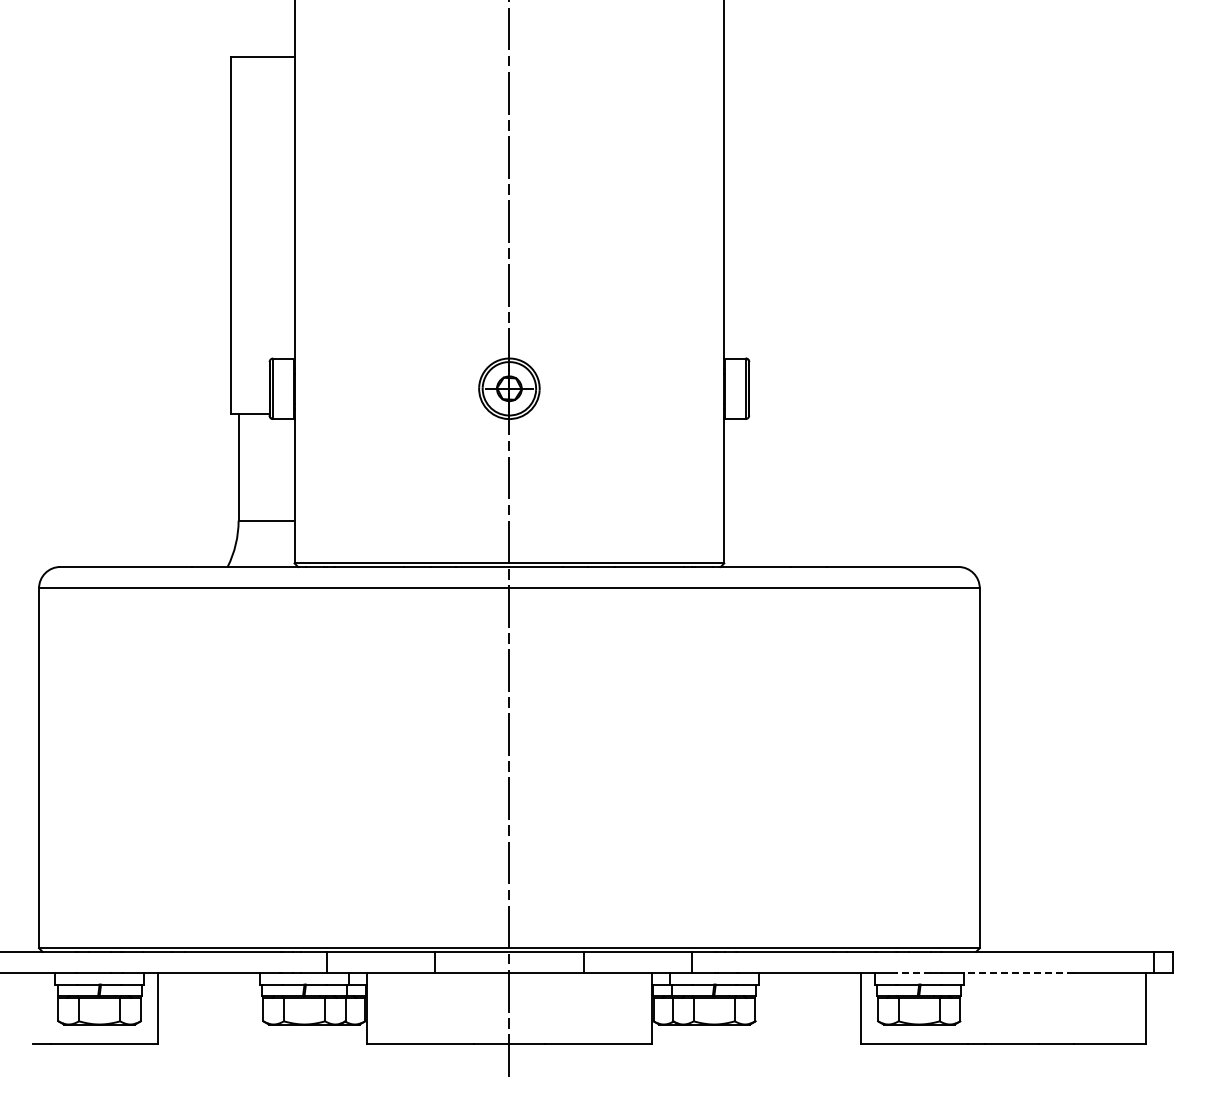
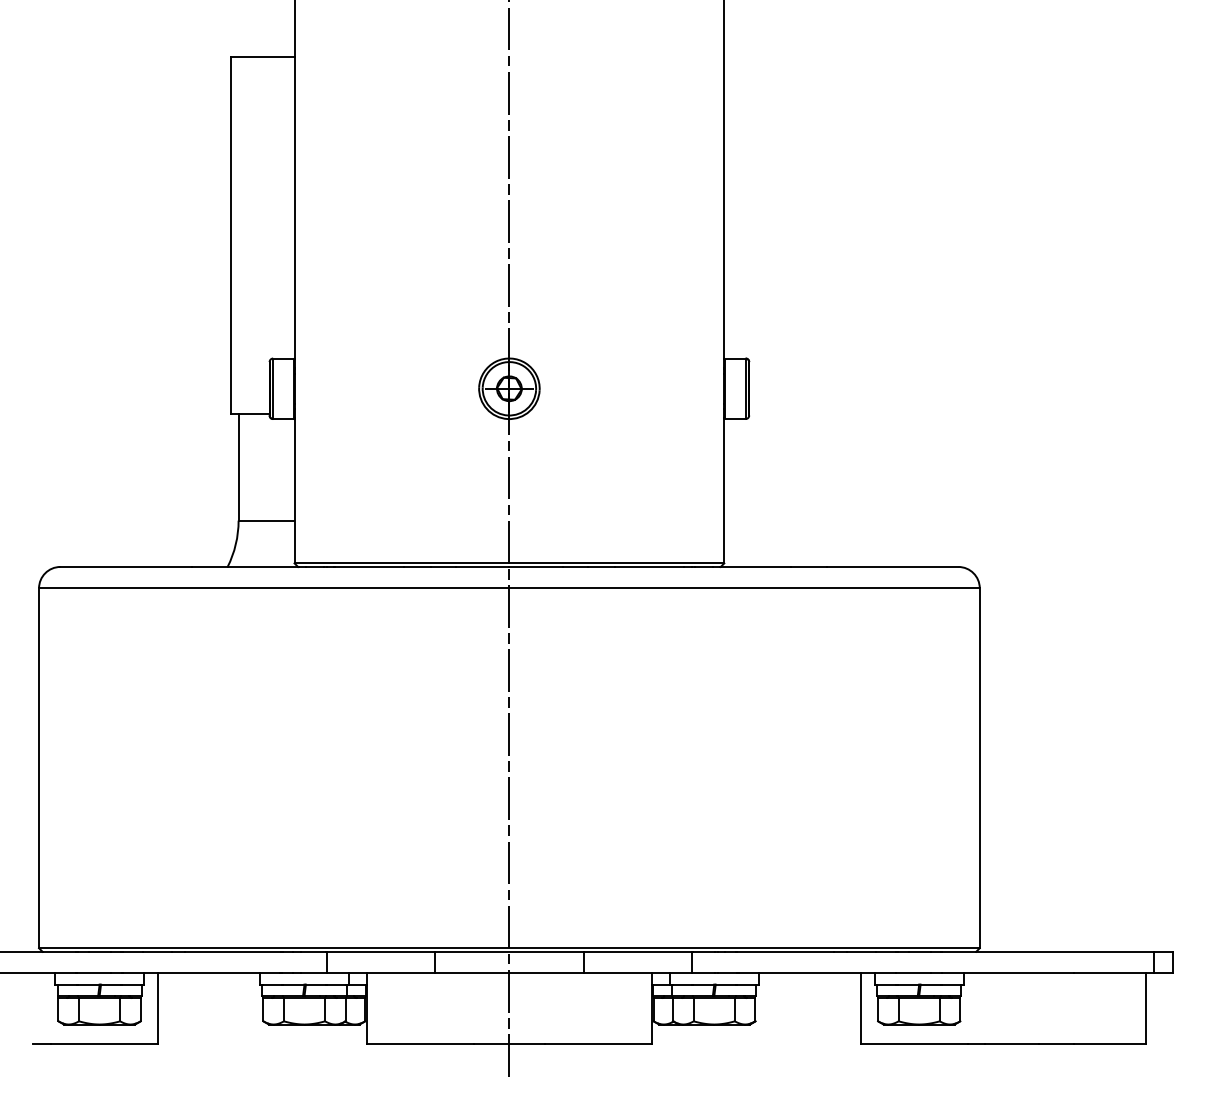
line at (913, 973): dashed -> solid
line at (1018, 973): dashed -> solid
